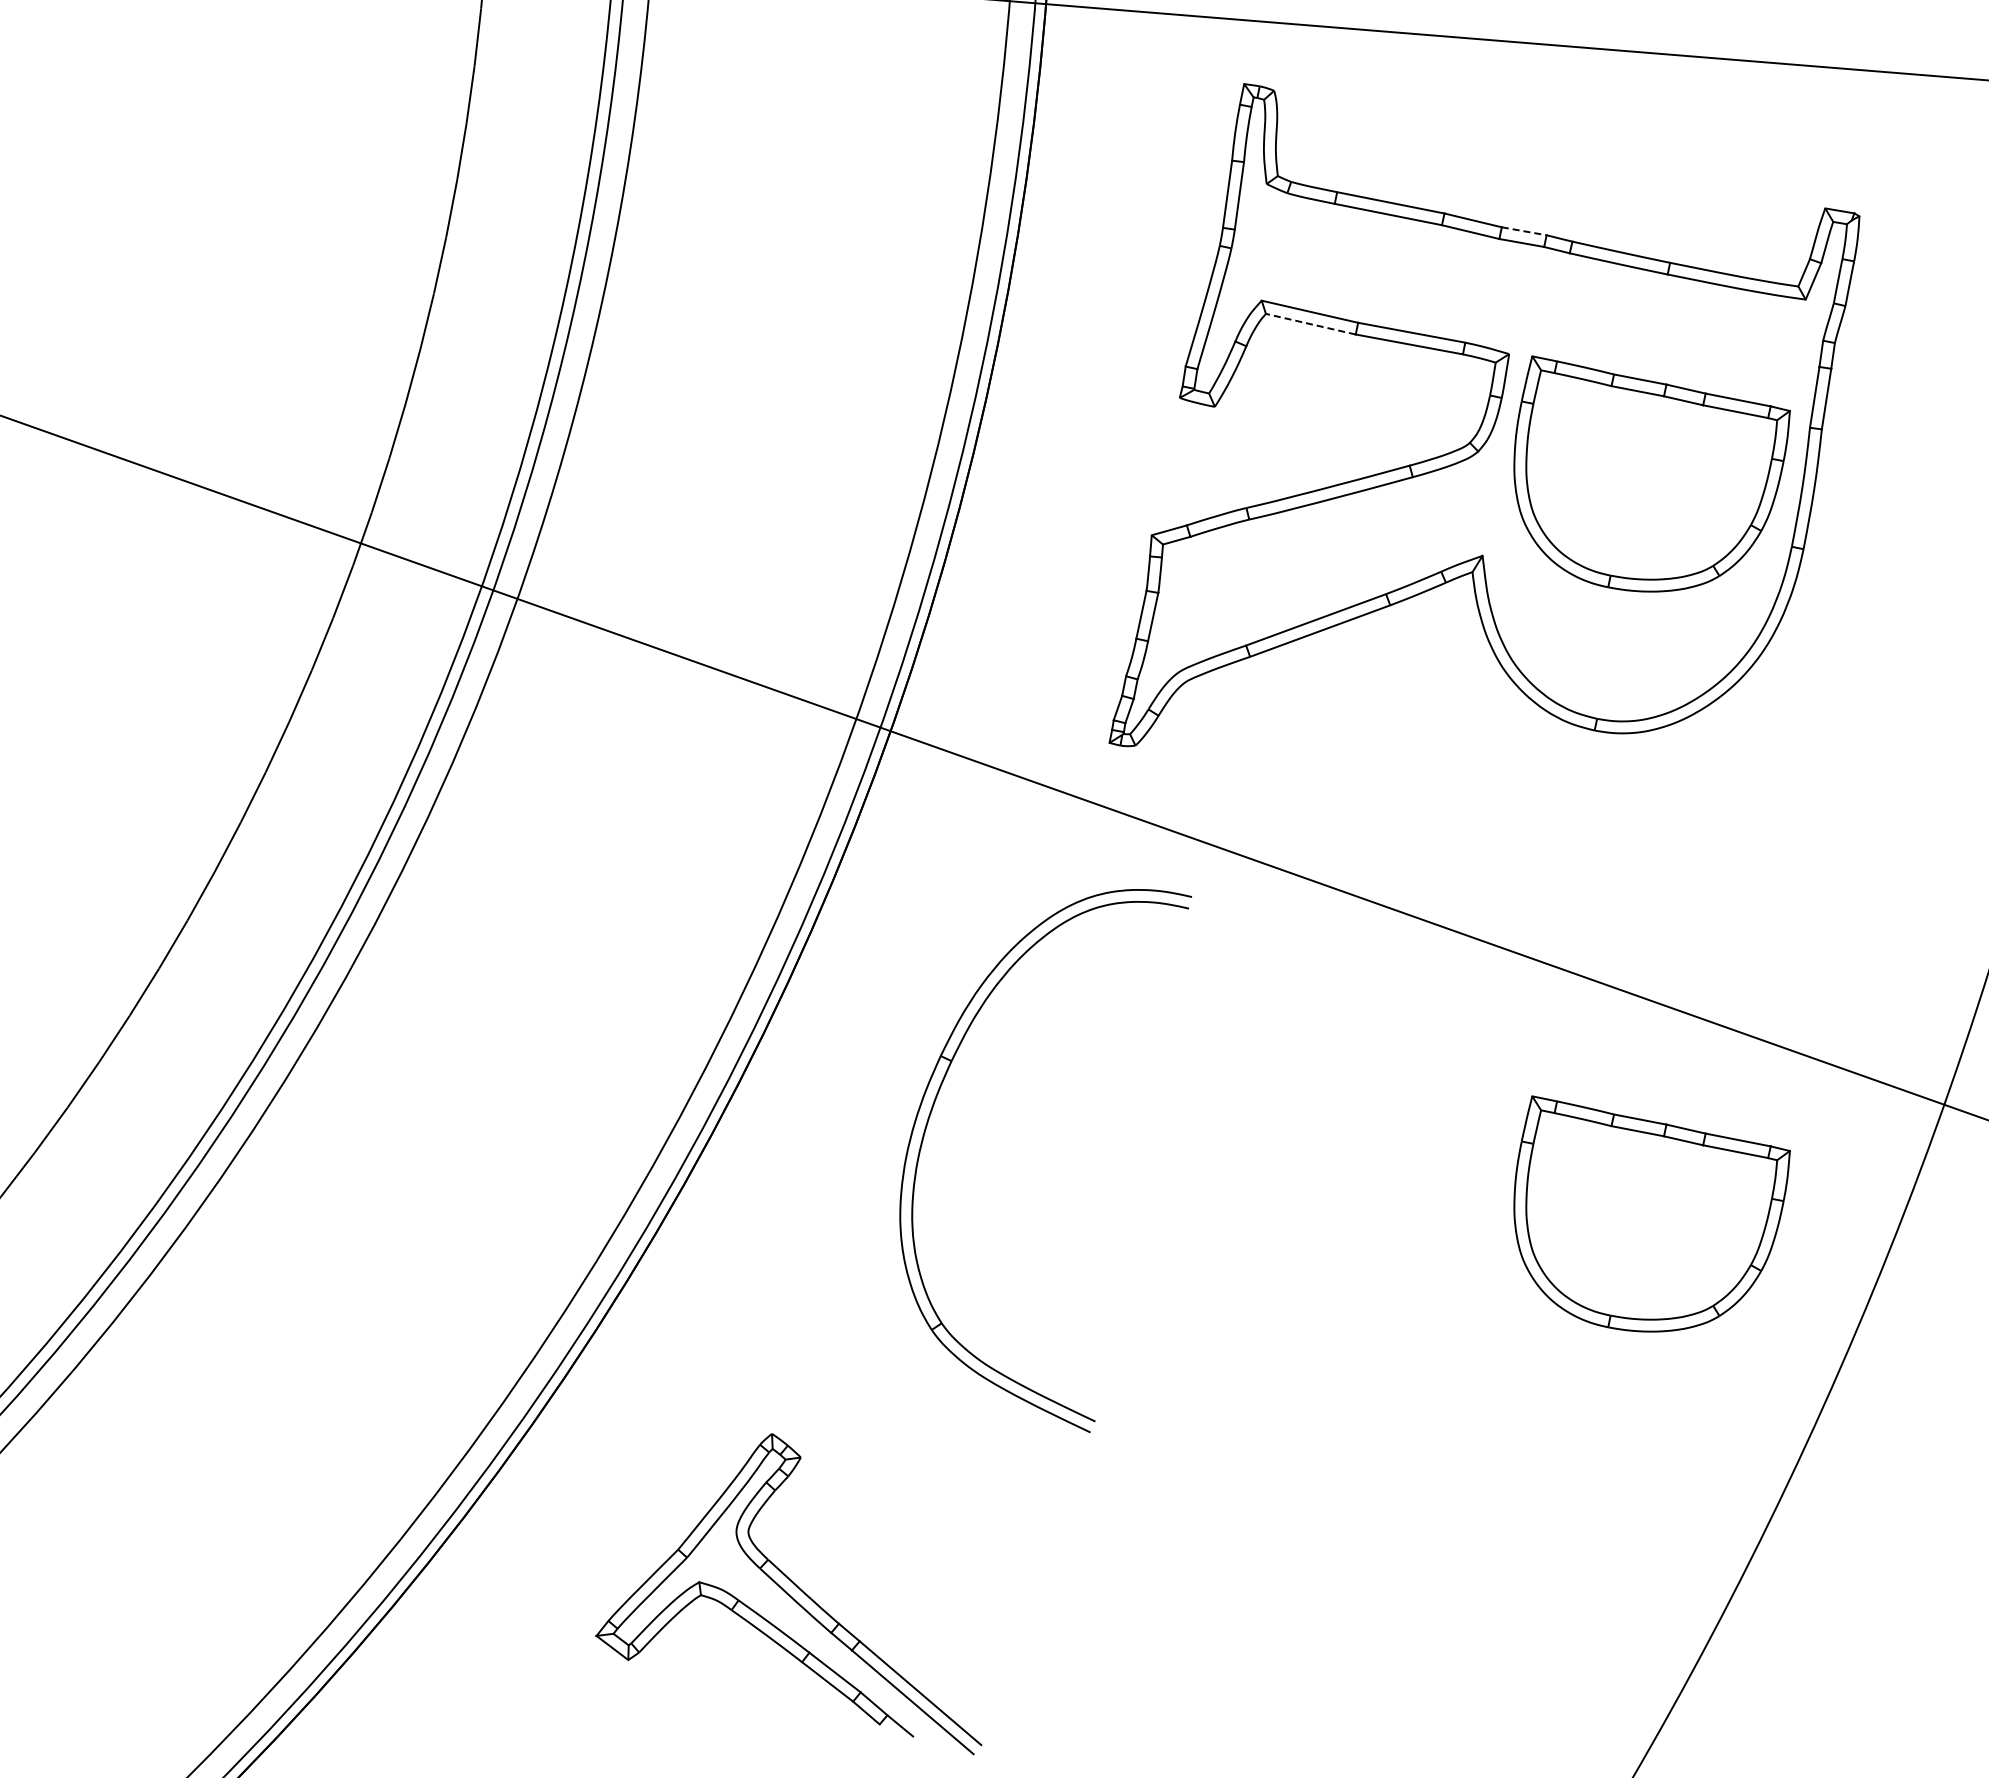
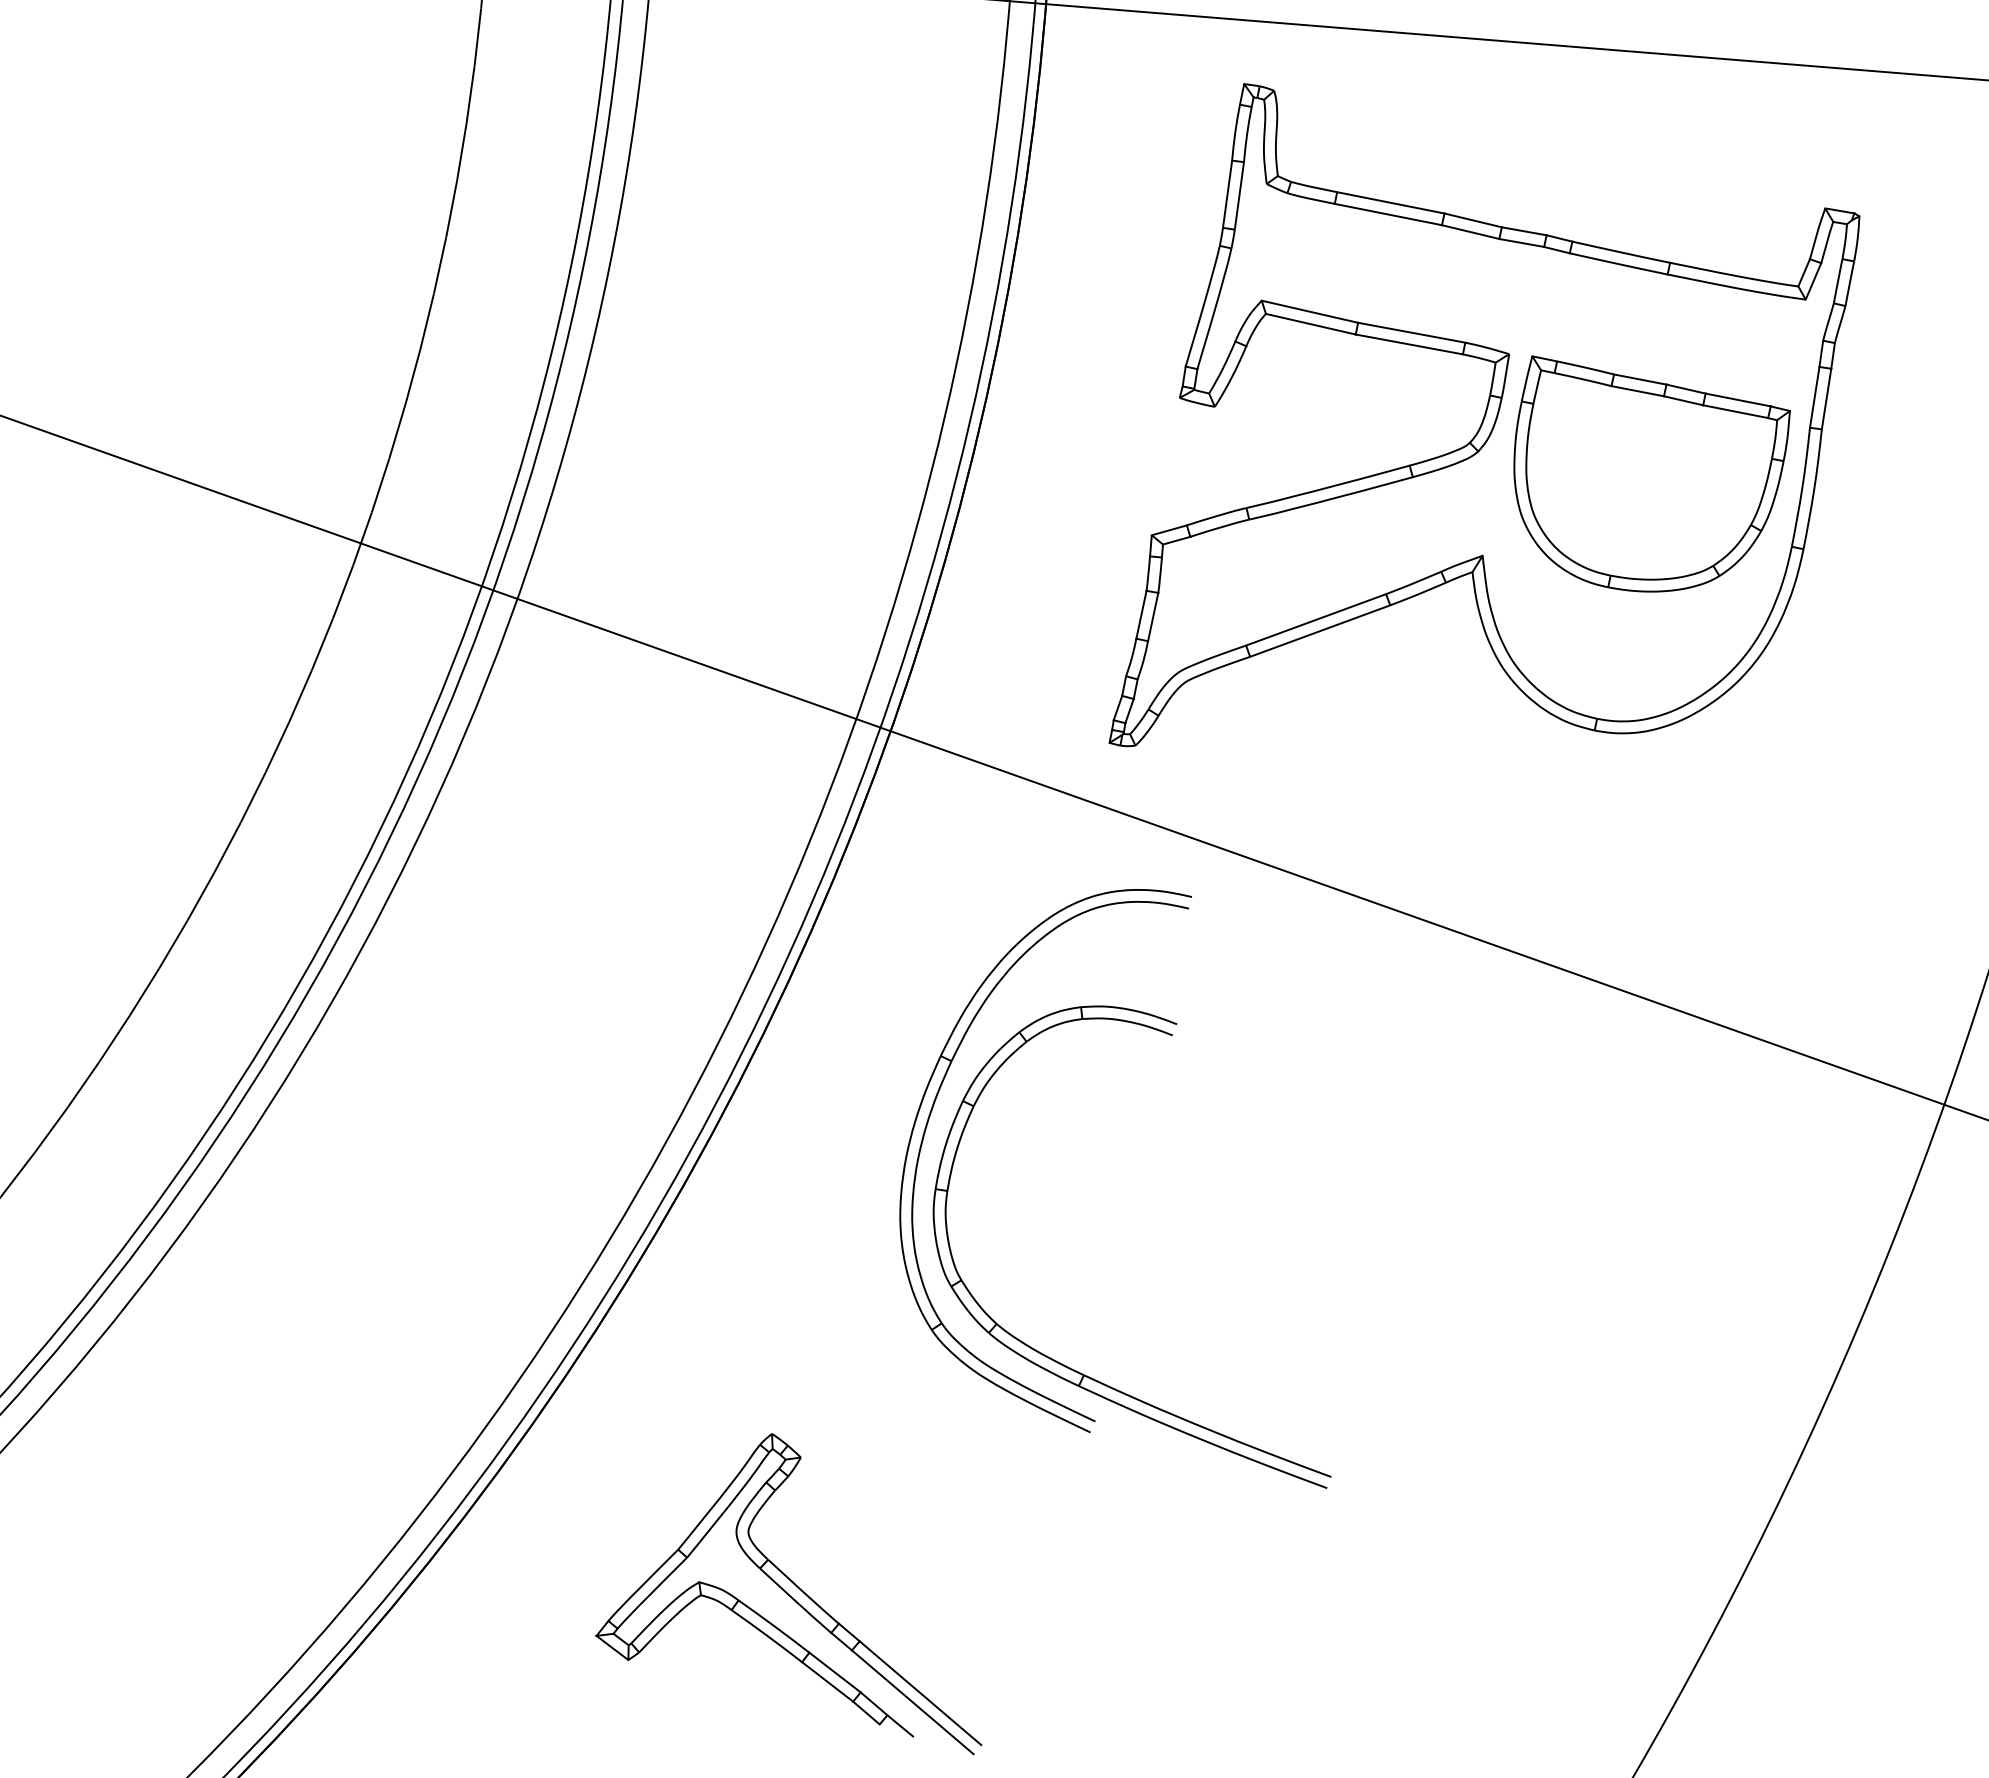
line at (1524, 231): dashed -> solid
line at (1310, 324): dashed -> solid
part at (1651, 1213): present -> none
part at (1070, 1367): none -> present
